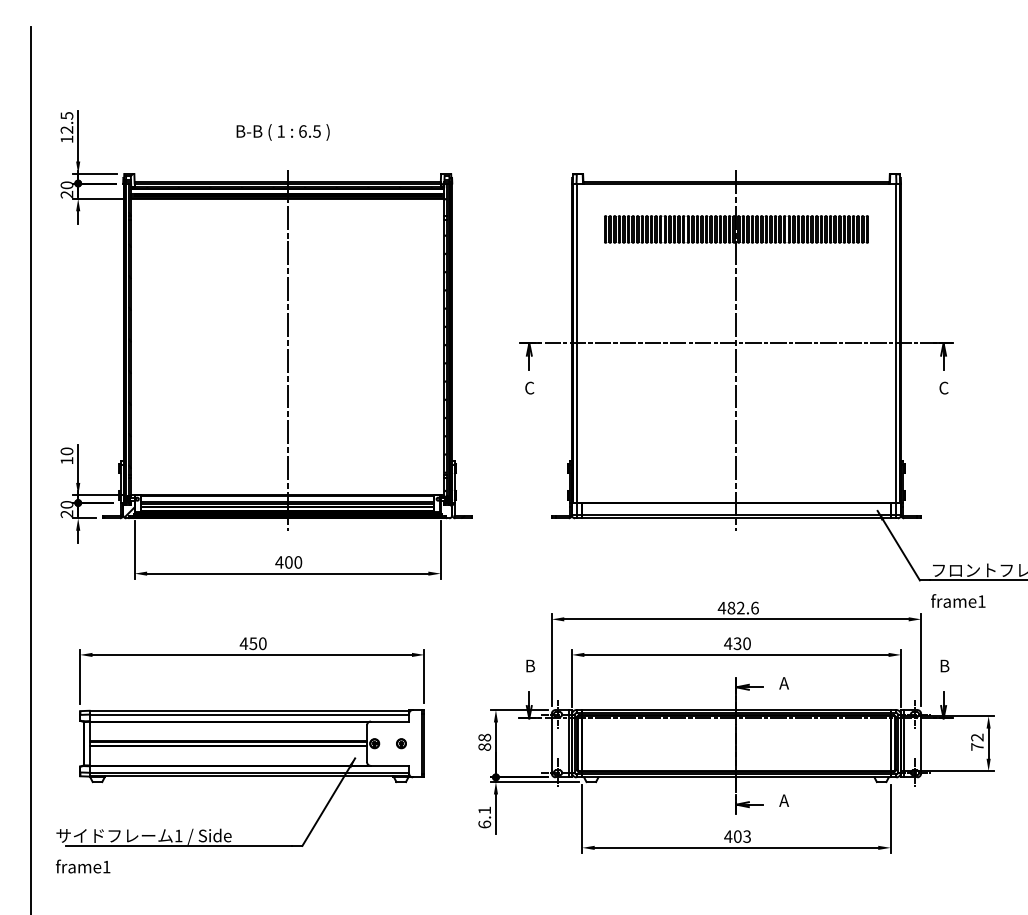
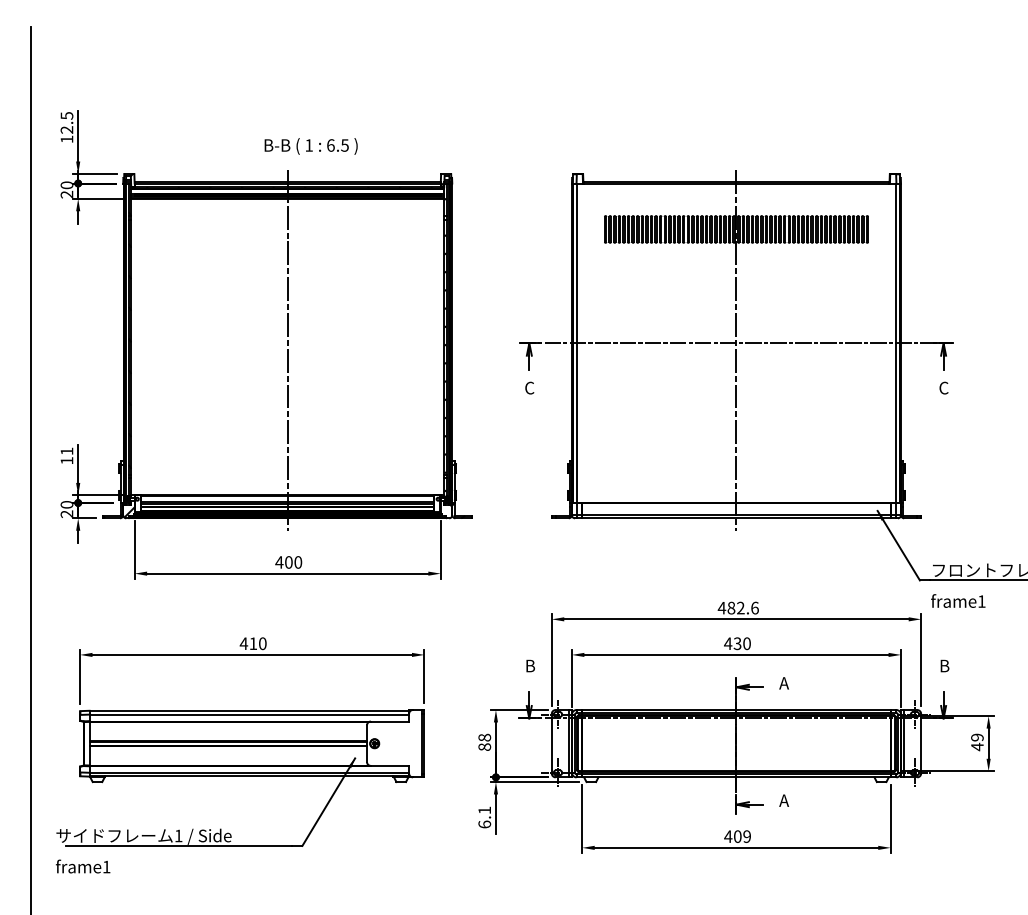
text at (282, 132) position: (282, 132) -> (310, 146)
text at (66, 451): 10 -> 11
text at (253, 643): 450 -> 410
text at (977, 742): 72 -> 49
part at (401, 743): present -> none
text at (746, 836): 403 -> 409
